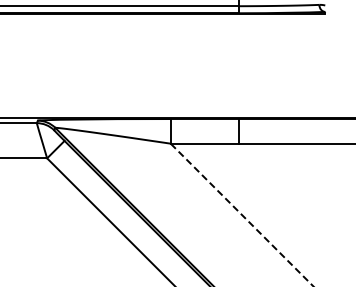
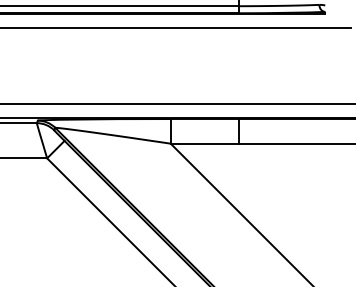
line at (176, 27): none -> present
line at (177, 103): none -> present
line at (241, 214): dashed -> solid
